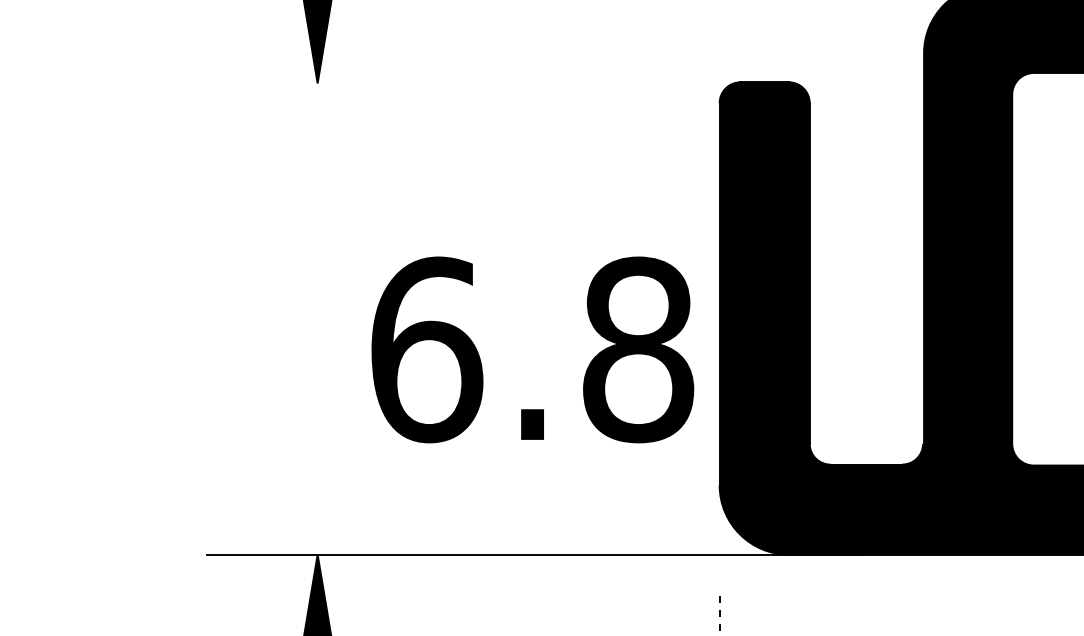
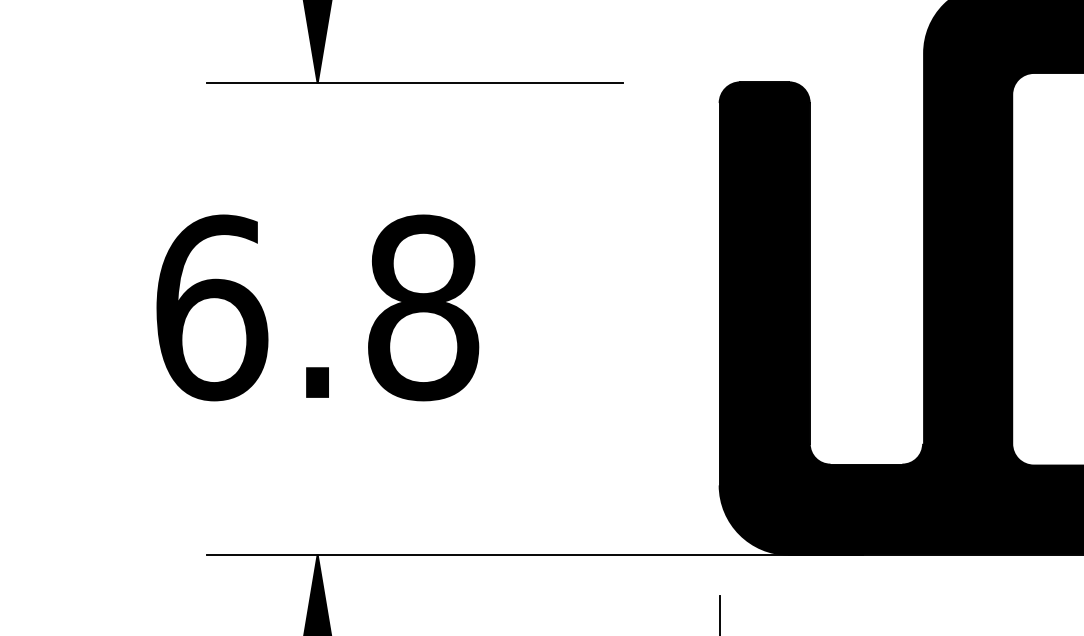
line at (414, 83): none -> present
text at (532, 349) position: (532, 349) -> (317, 307)
line at (719, 616): dashed -> solid
